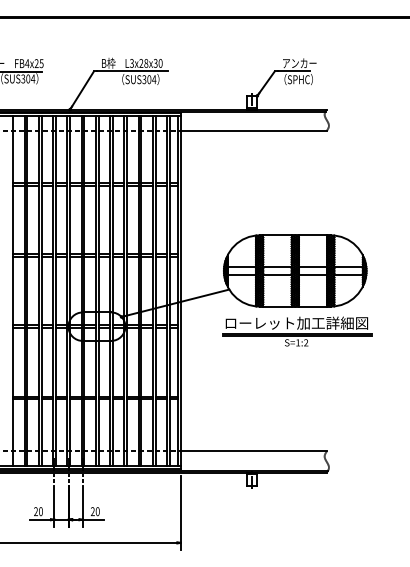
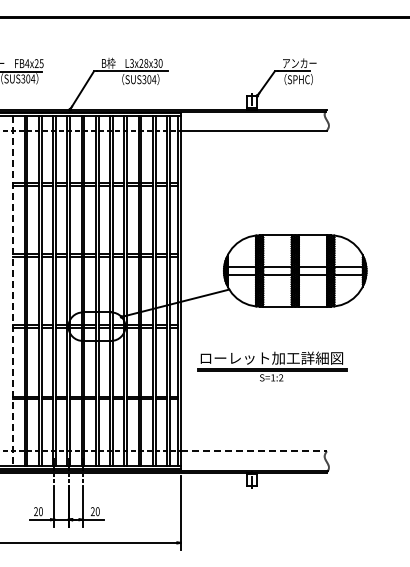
line at (13, 291): solid -> dashed
part at (297, 331) position: (297, 331) -> (272, 366)
line at (253, 451): solid -> dashed
